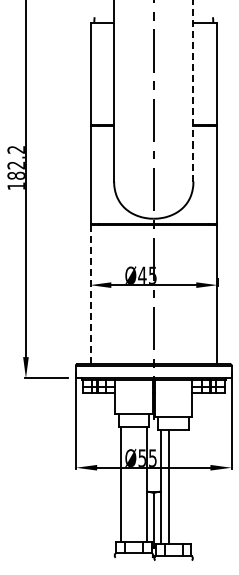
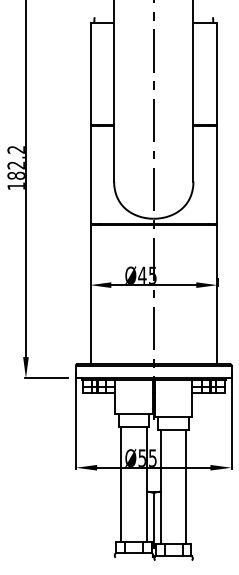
line at (193, 90): dashed -> solid
line at (90, 294): dashed -> solid
line at (169, 486) position: (169, 486) -> (186, 486)
